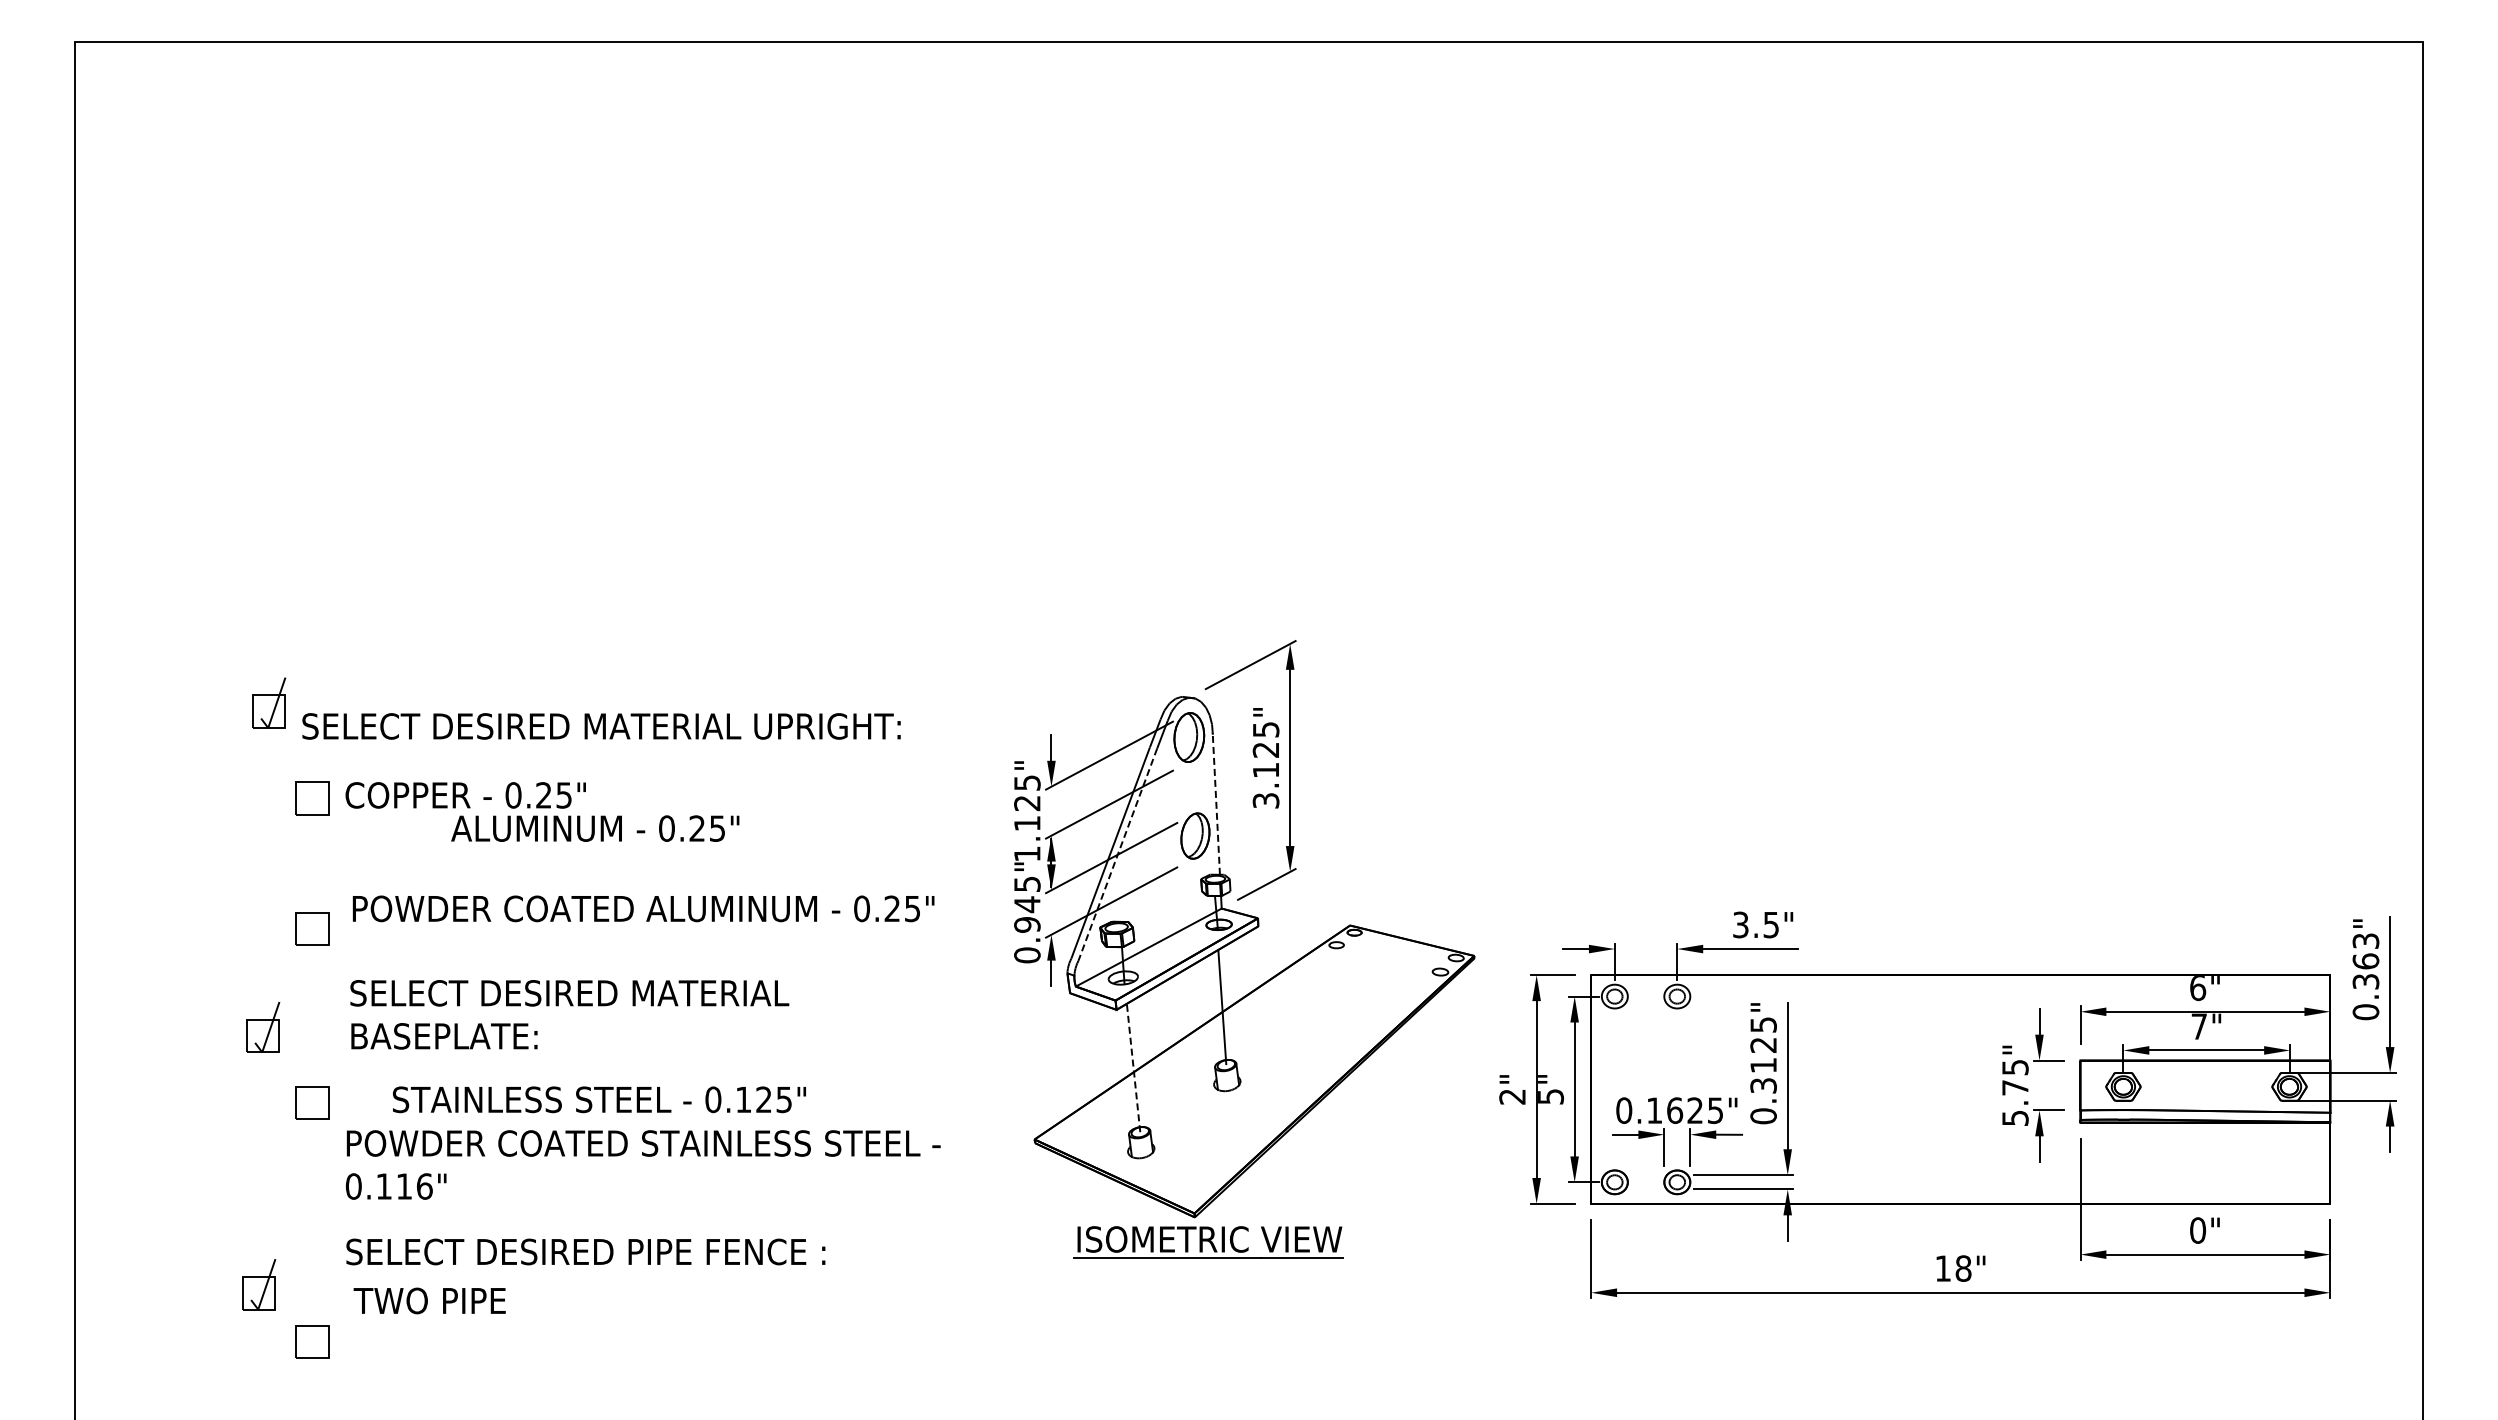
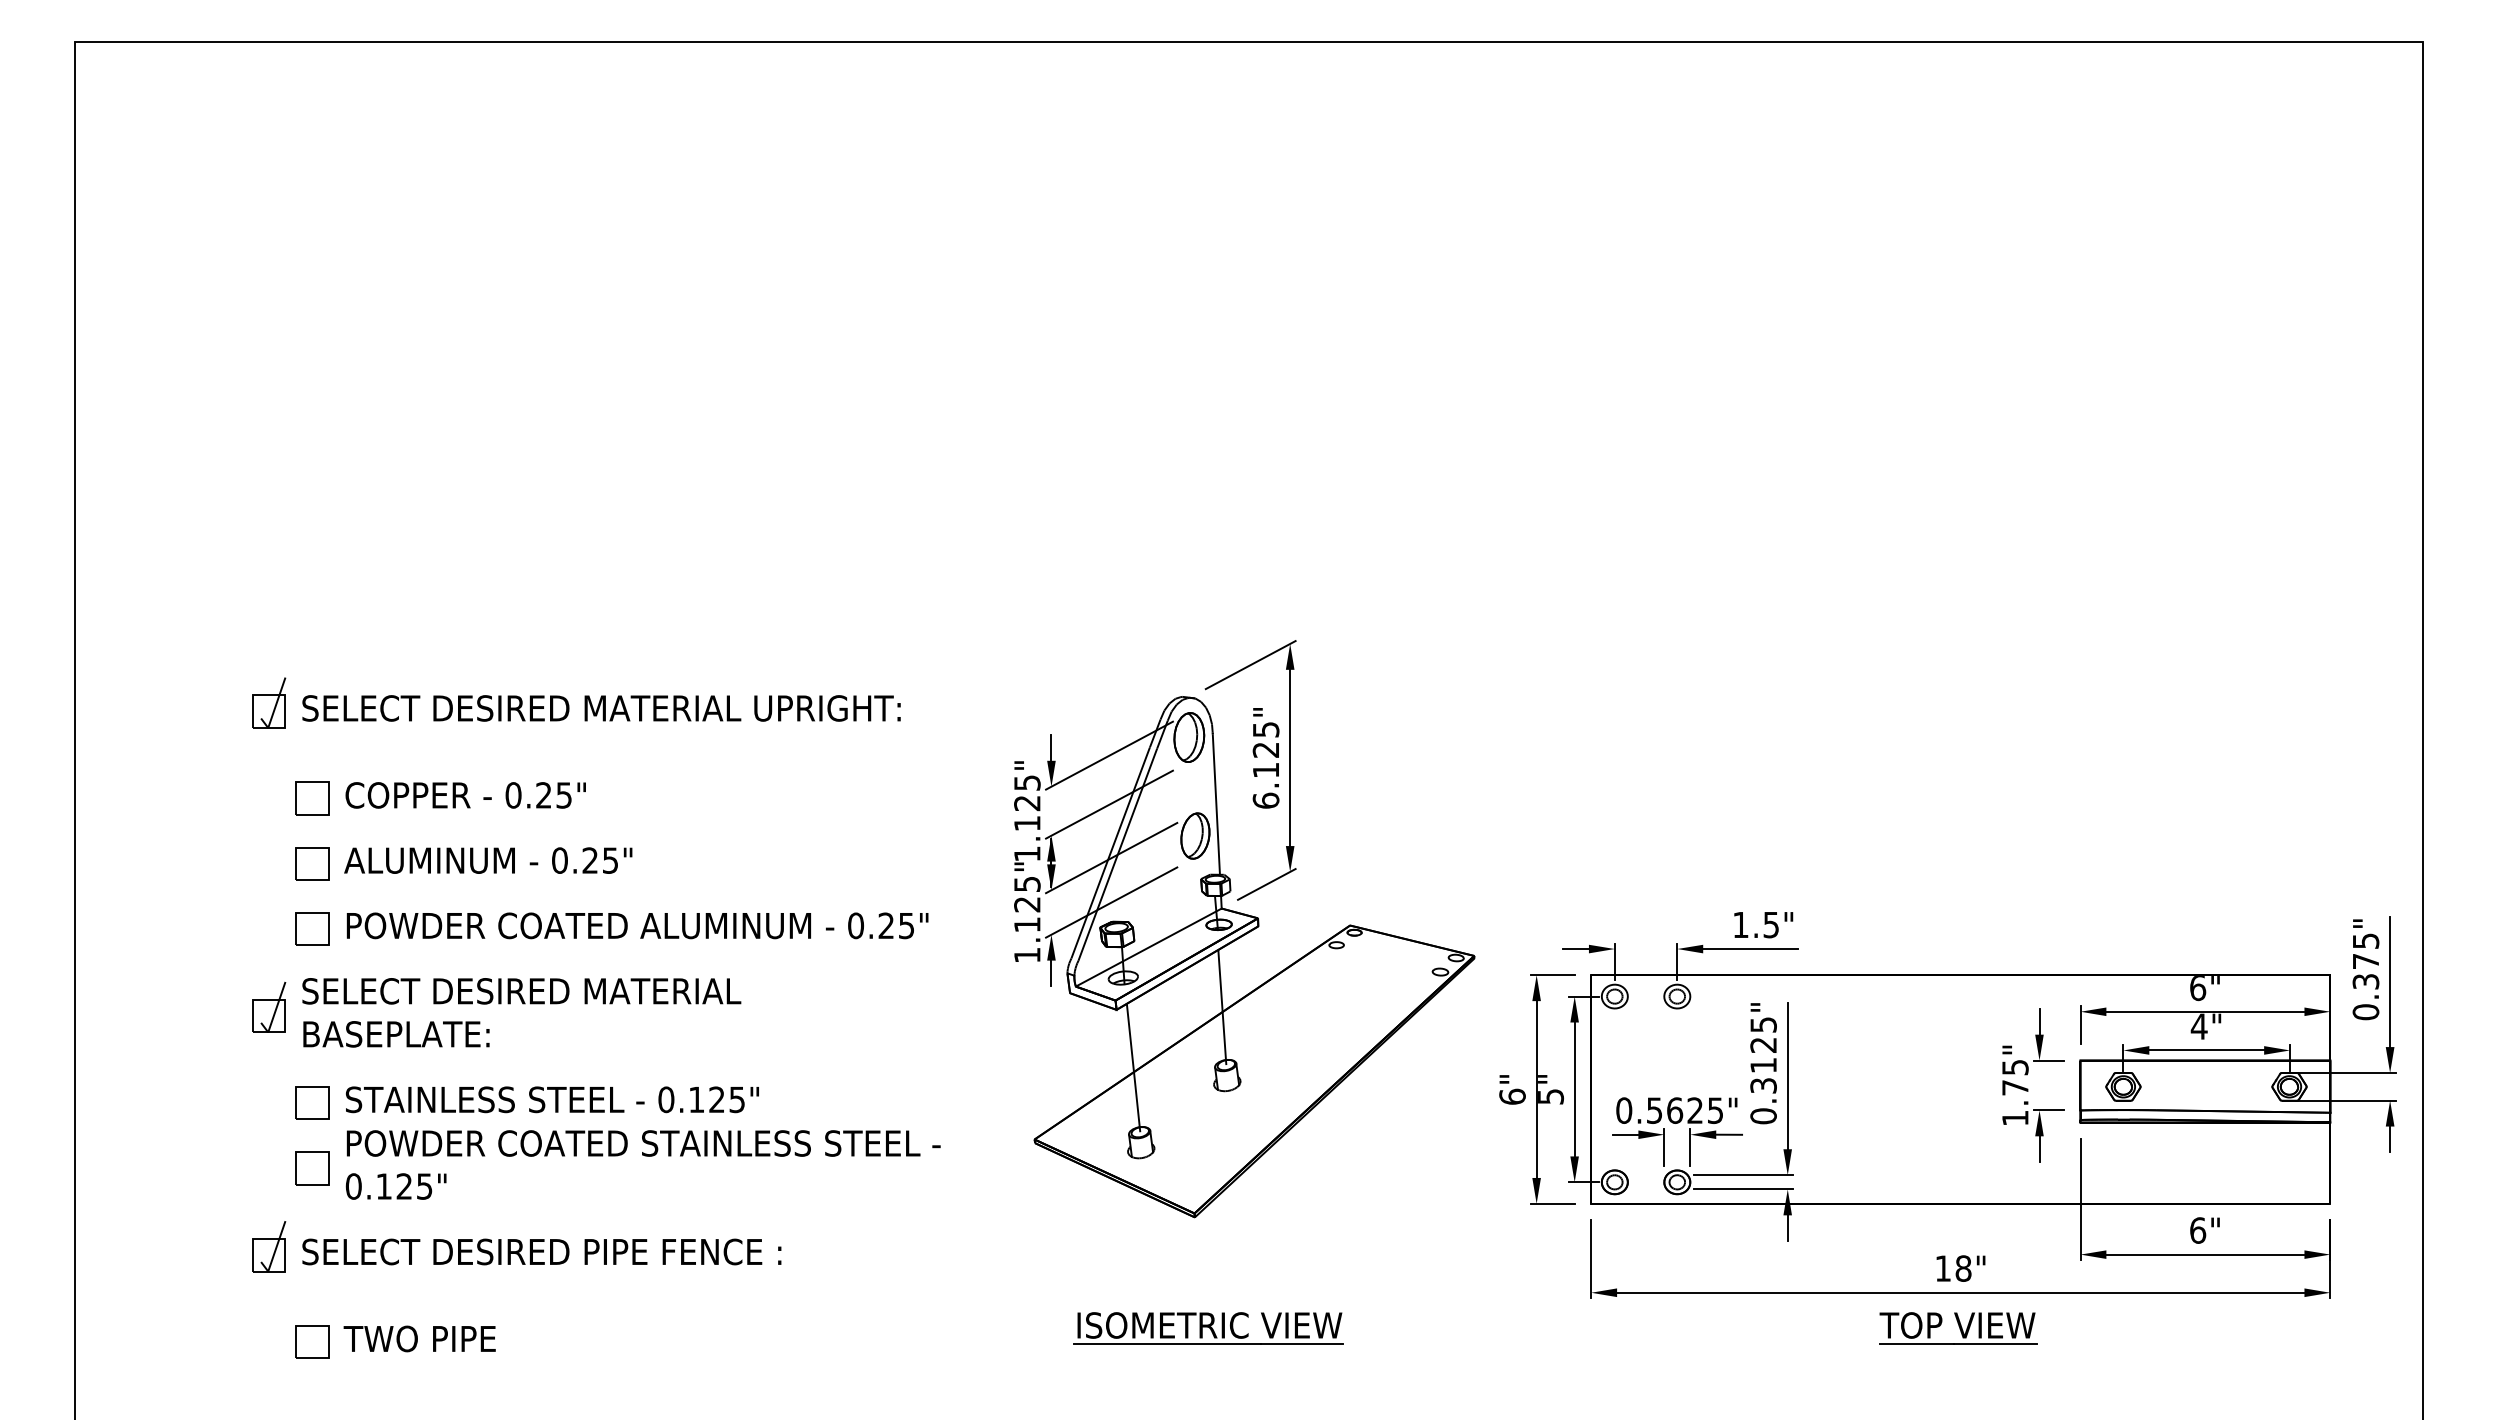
text at (601, 726) position: (601, 726) -> (601, 708)
text at (1265, 800): 3.125" -> 6.125"
line at (1216, 804): dashed -> solid
text at (595, 828) position: (595, 828) -> (488, 860)
line at (1117, 855): dashed -> solid
part at (312, 863): none -> present
text at (643, 908) position: (643, 908) -> (637, 925)
text at (1740, 924): 3.5" -> 1.5"
text at (1027, 929): 0.945" -> 1.125"
text at (2365, 951): 0.363" -> 0.375"
text at (569, 1014) position: (569, 1014) -> (521, 1012)
part at (263, 1026) position: (263, 1026) -> (269, 1006)
text at (2198, 1026): 7" -> 4"
line at (1133, 1068): dashed -> solid
text at (1512, 1096): 2" -> 6"
text at (599, 1099) position: (599, 1099) -> (552, 1099)
text at (1654, 1110): 0.1625" -> 0.5625"
text at (2015, 1118): 5.75" -> 1.75"
part at (312, 1168): none -> present
text at (414, 1186): 0.116" -> 0.125"
text at (2198, 1230): 0" -> 6"
part at (1208, 1242) position: (1208, 1242) -> (1208, 1328)
text at (585, 1251) position: (585, 1251) -> (541, 1251)
part at (259, 1284) position: (259, 1284) -> (269, 1246)
text at (429, 1300) position: (429, 1300) -> (419, 1338)
part at (1958, 1328): none -> present
